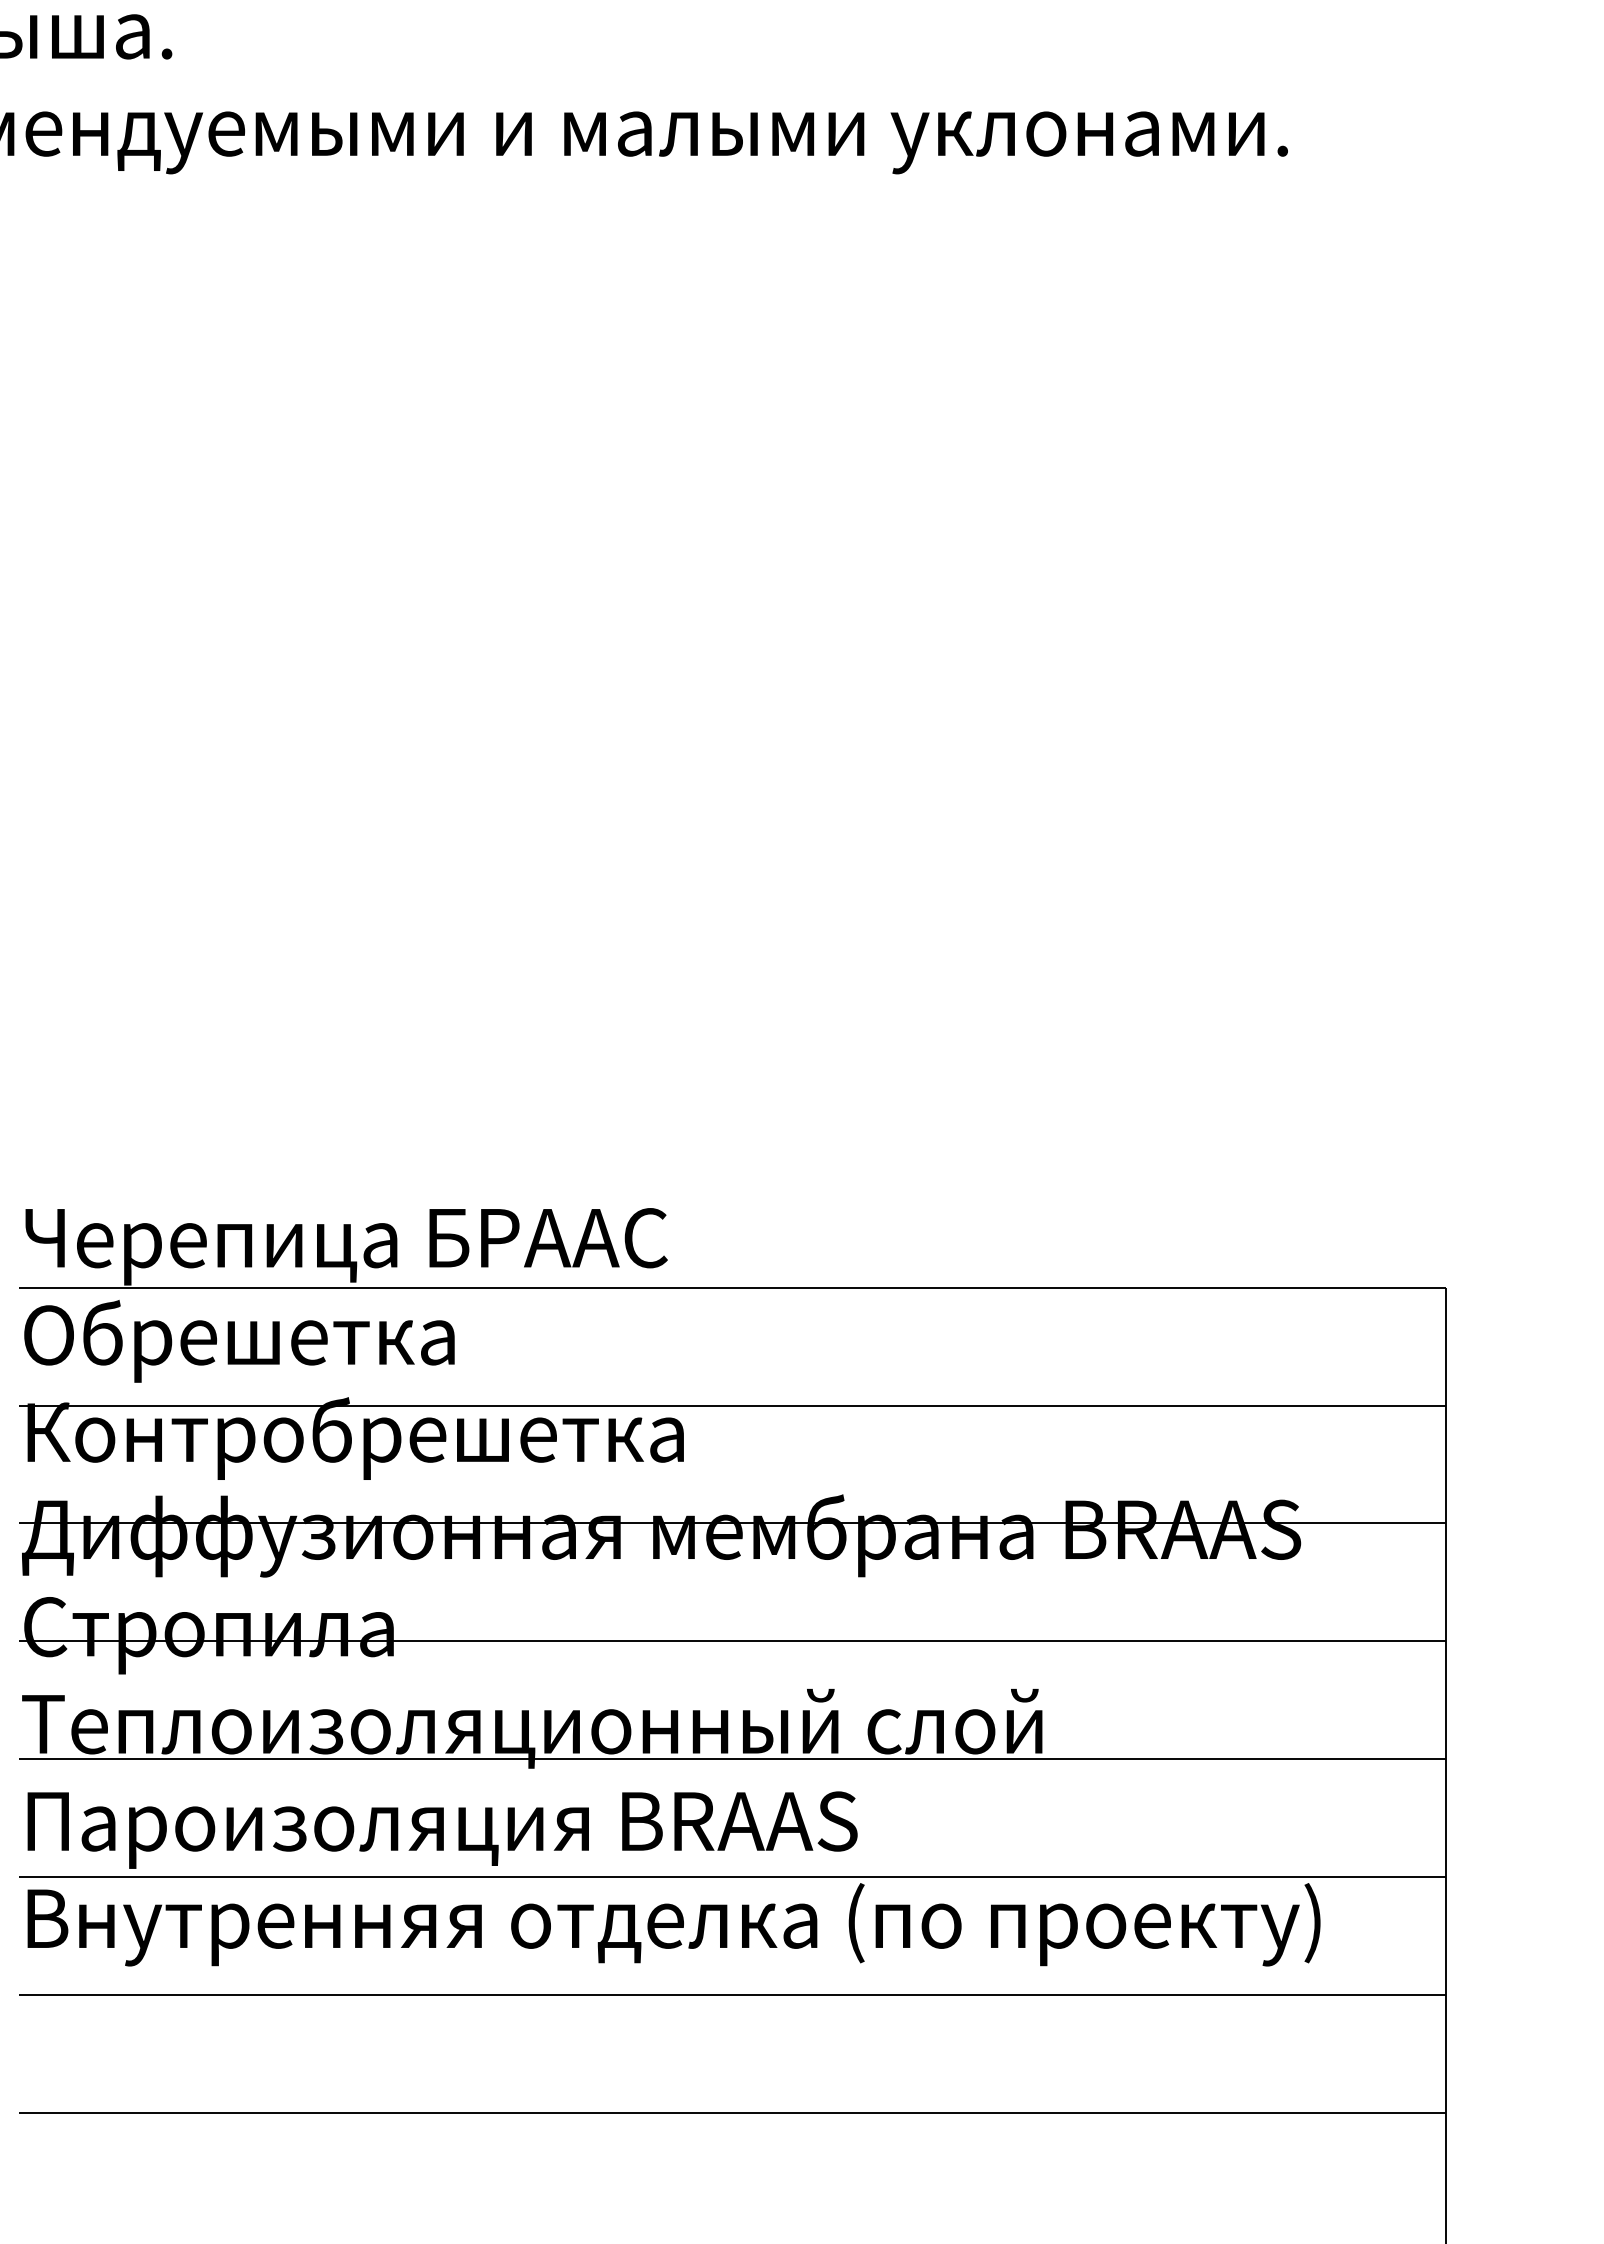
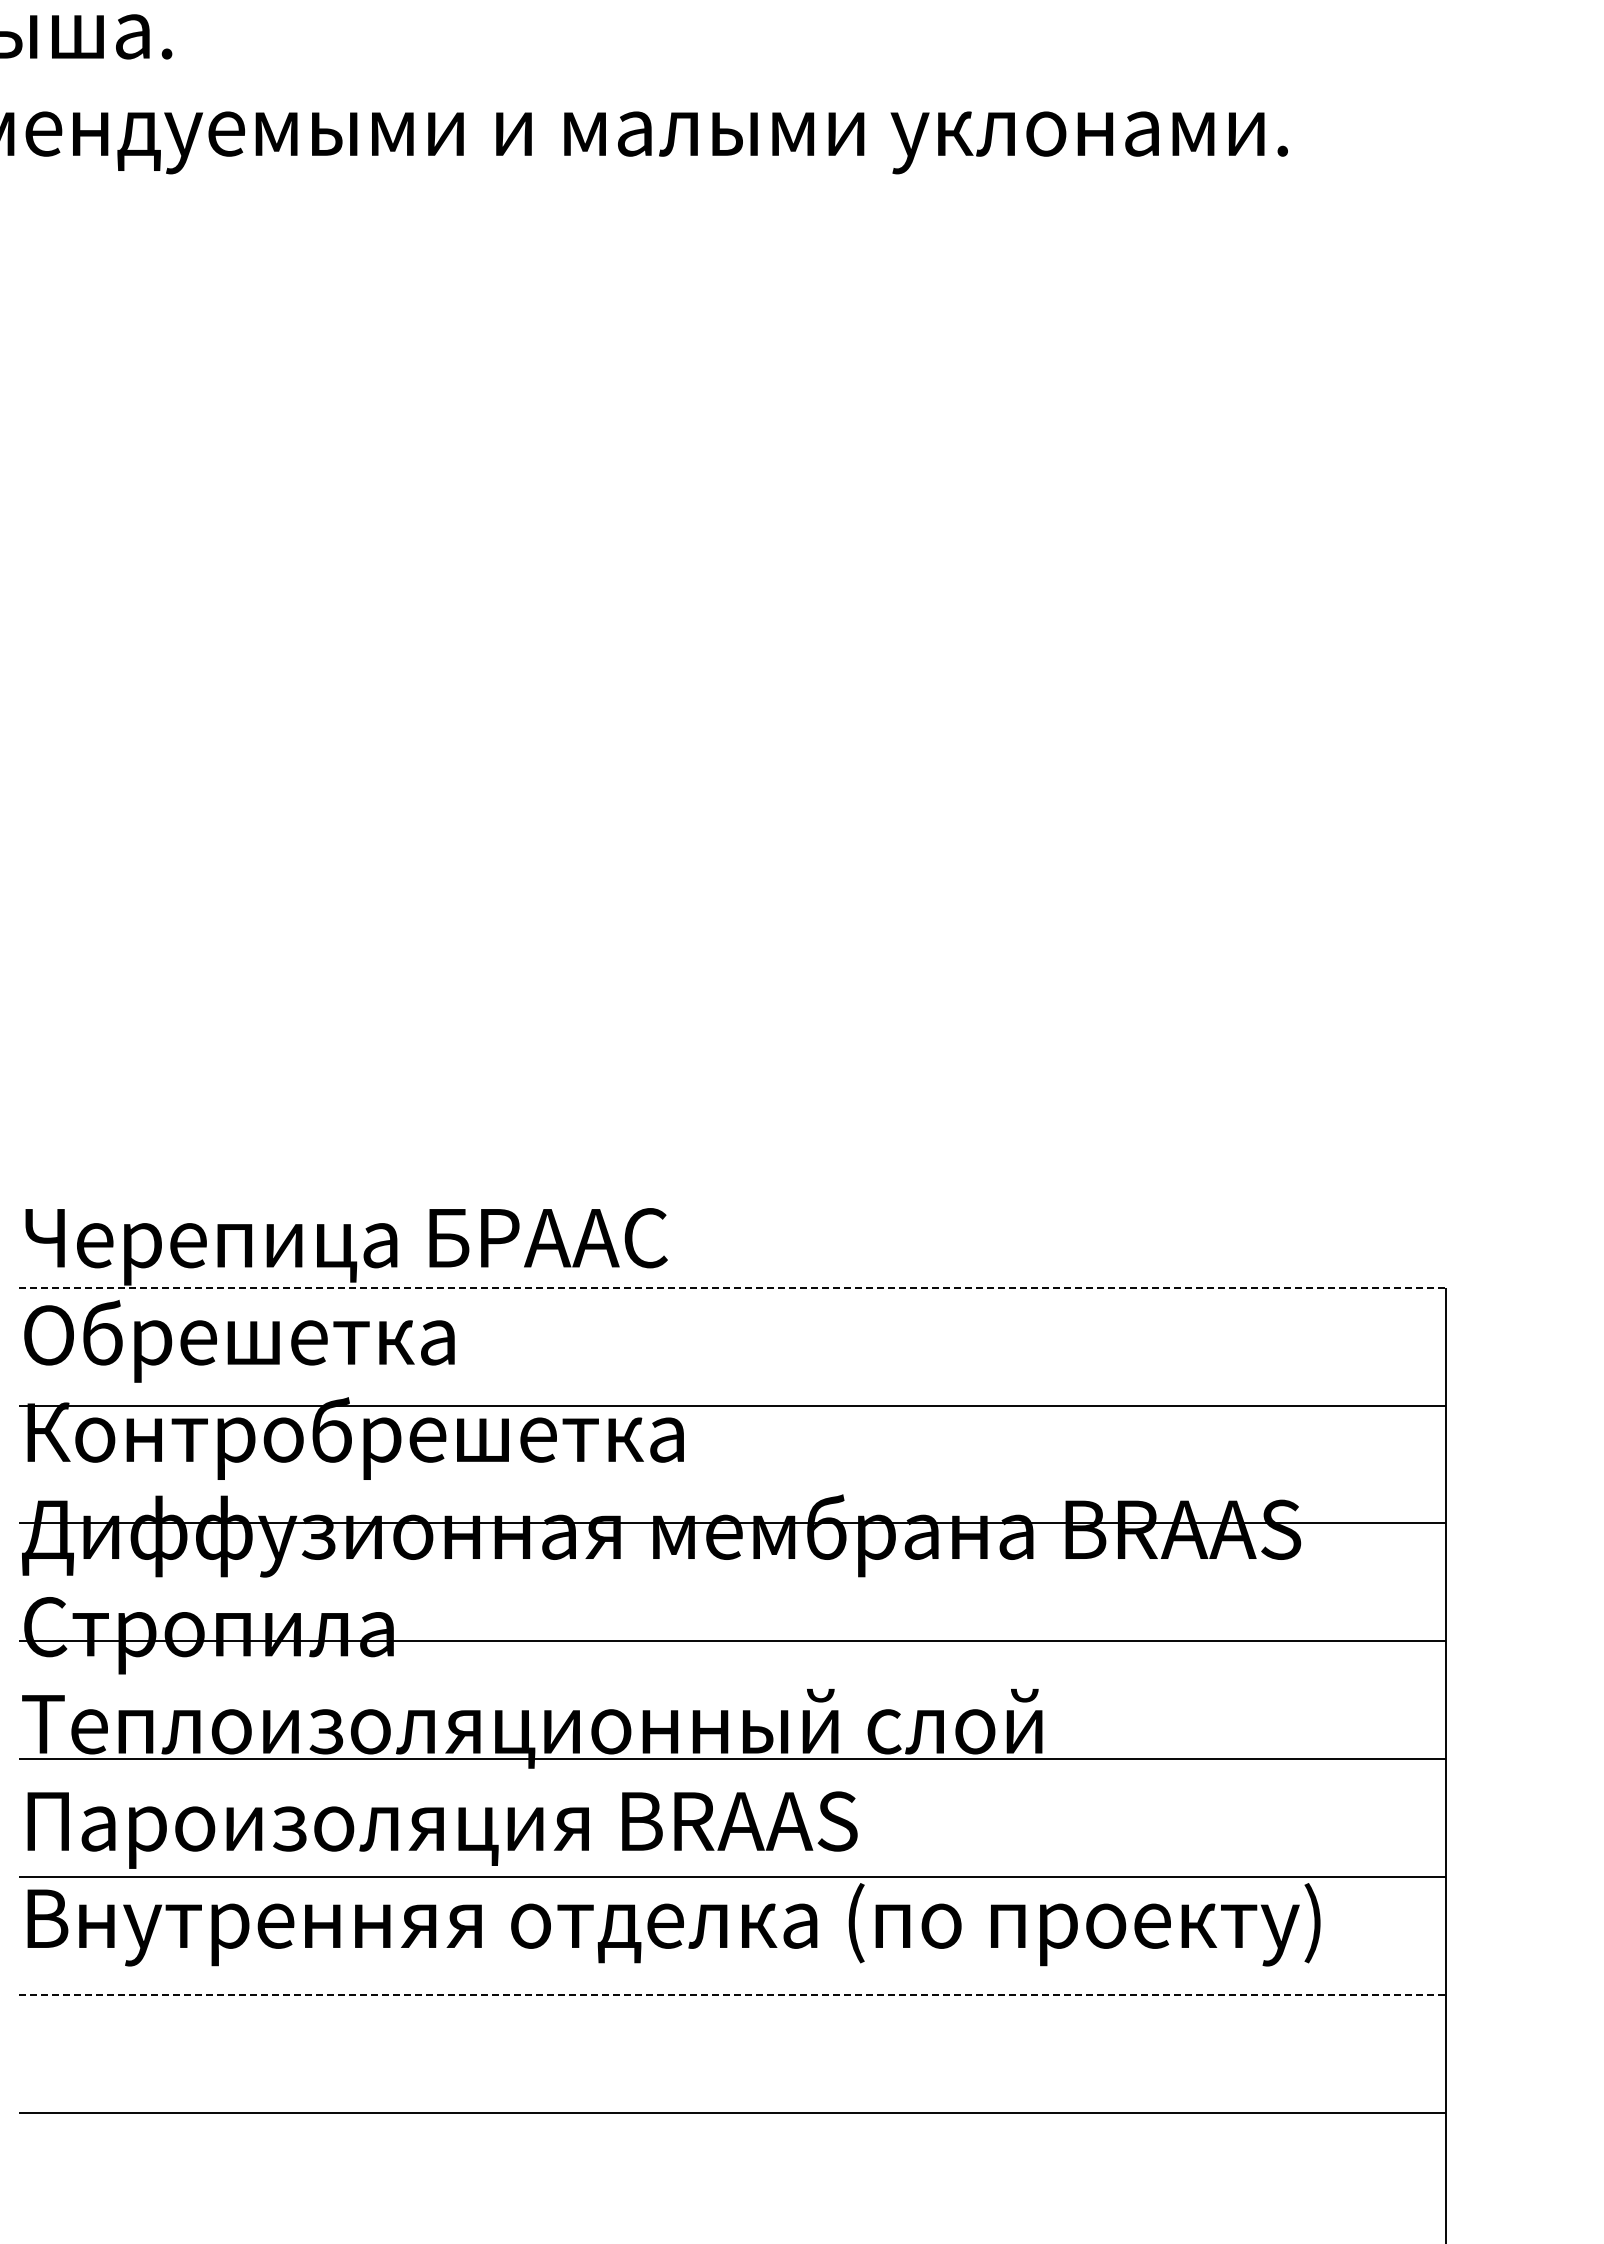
line at (732, 1287): solid -> dashed
line at (732, 1995): solid -> dashed
